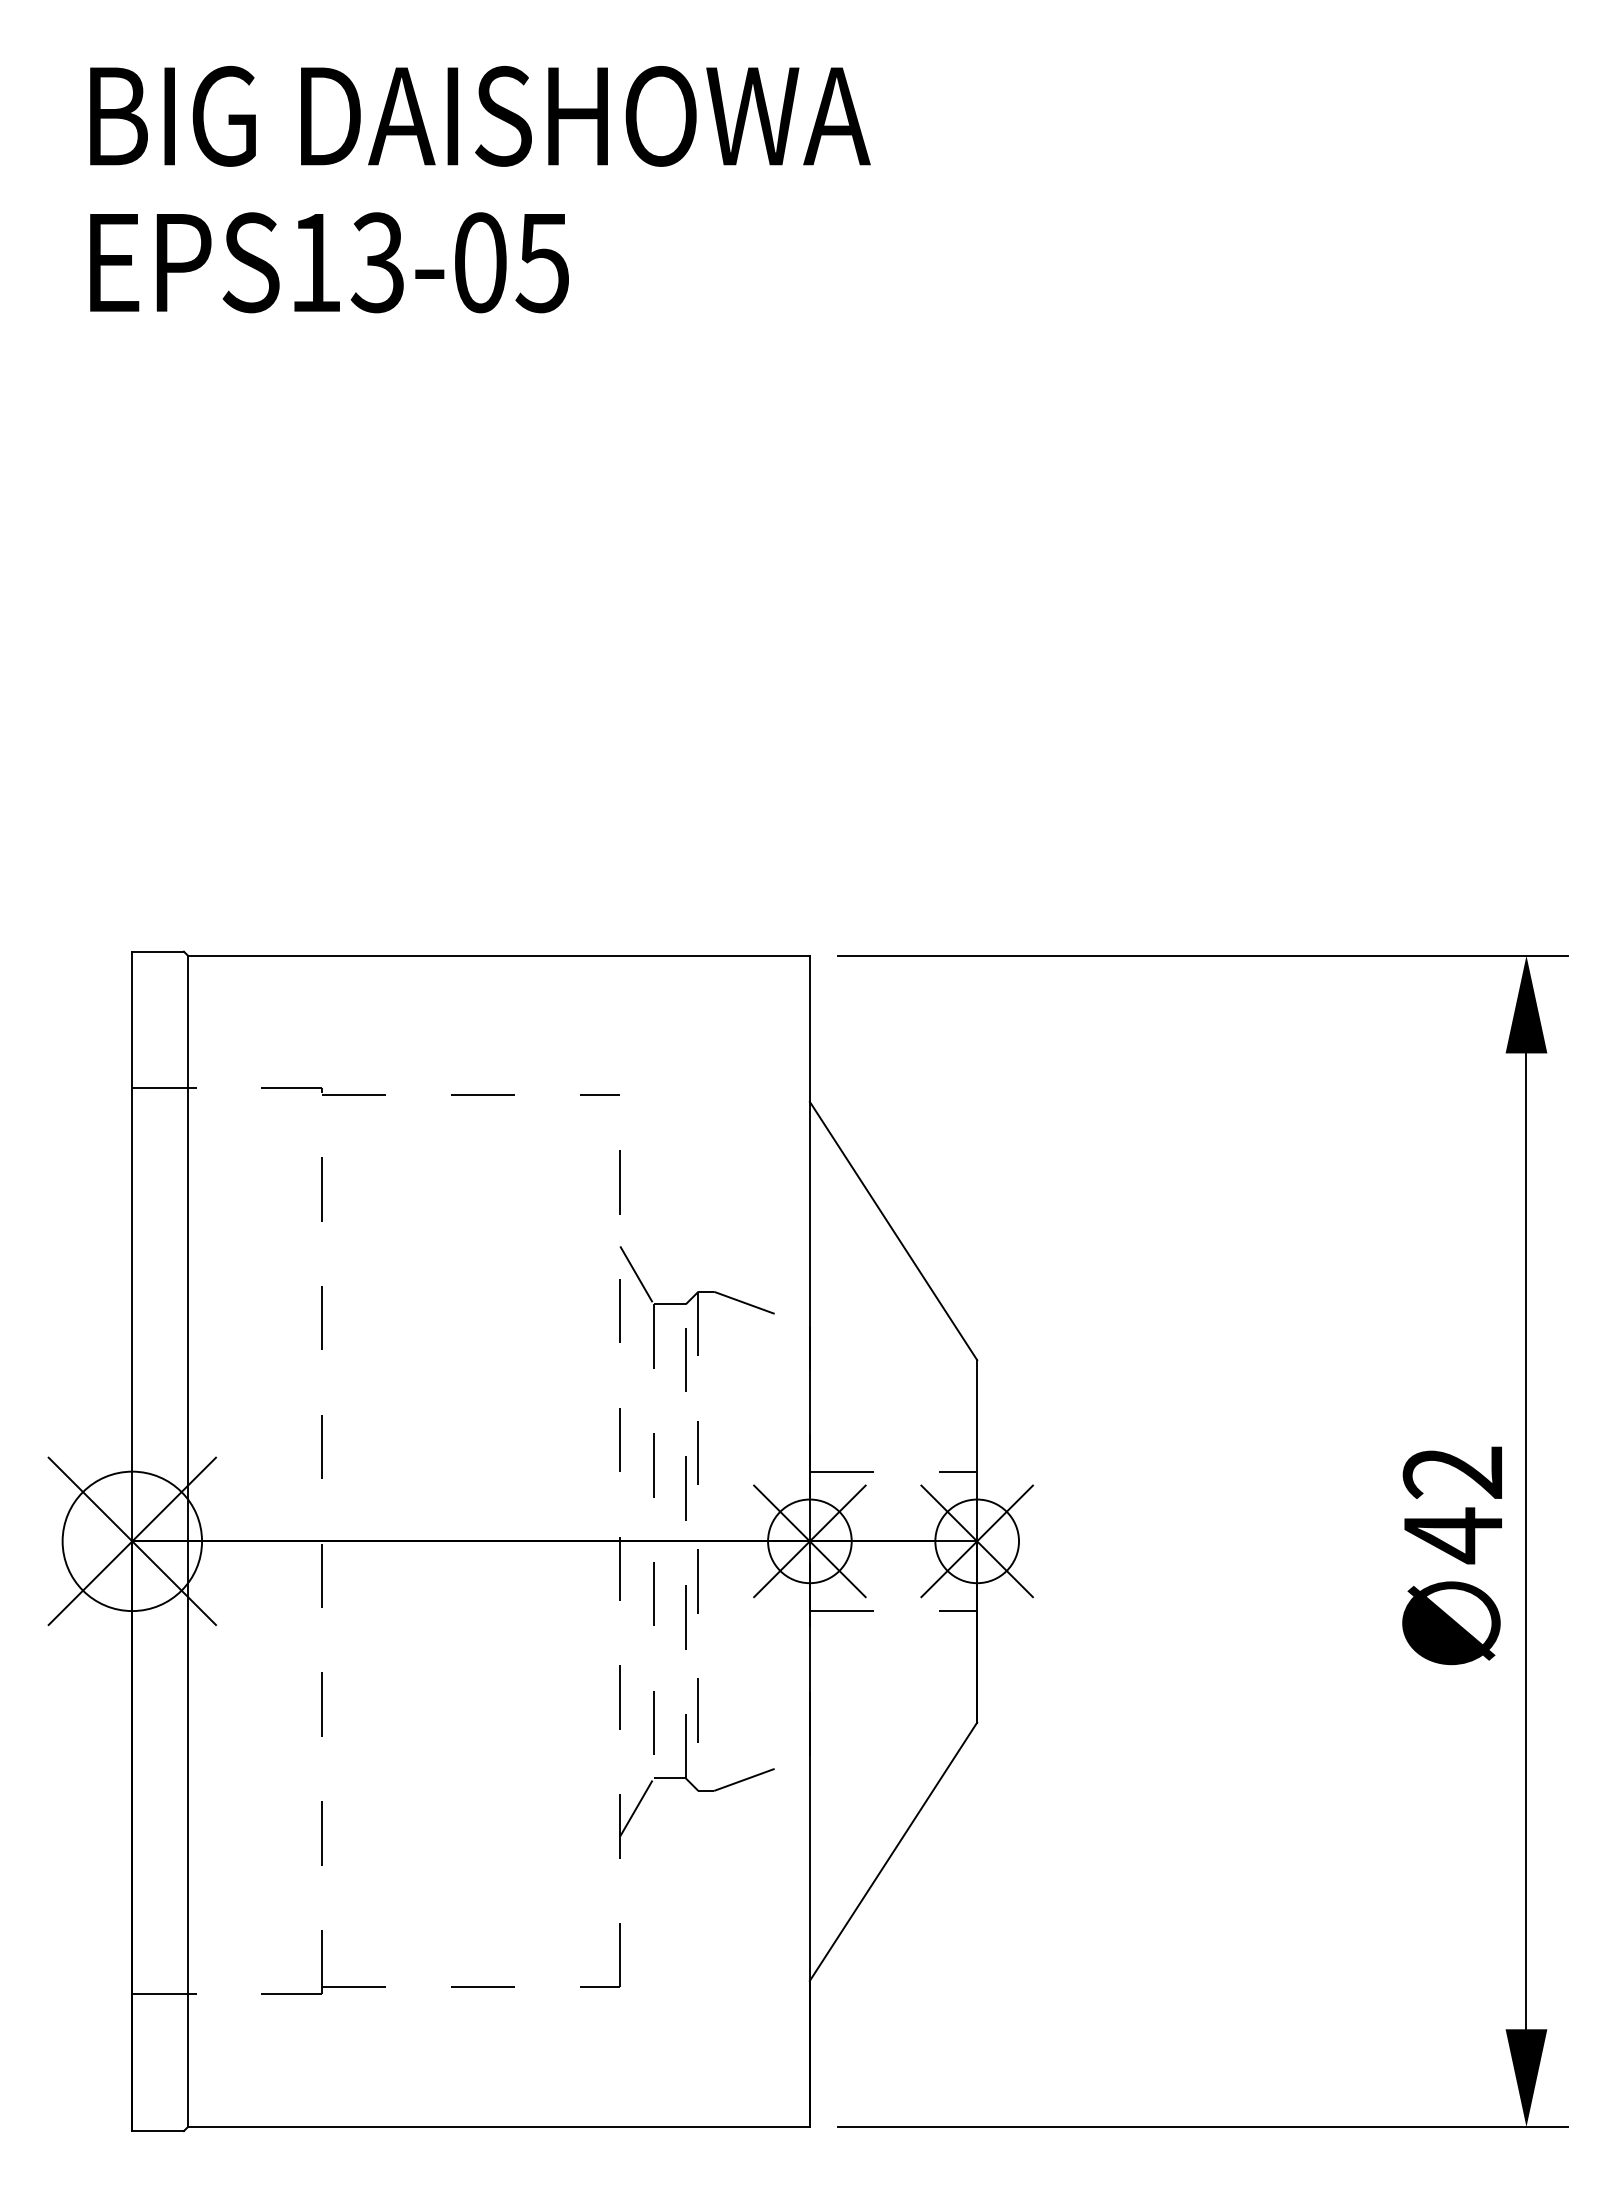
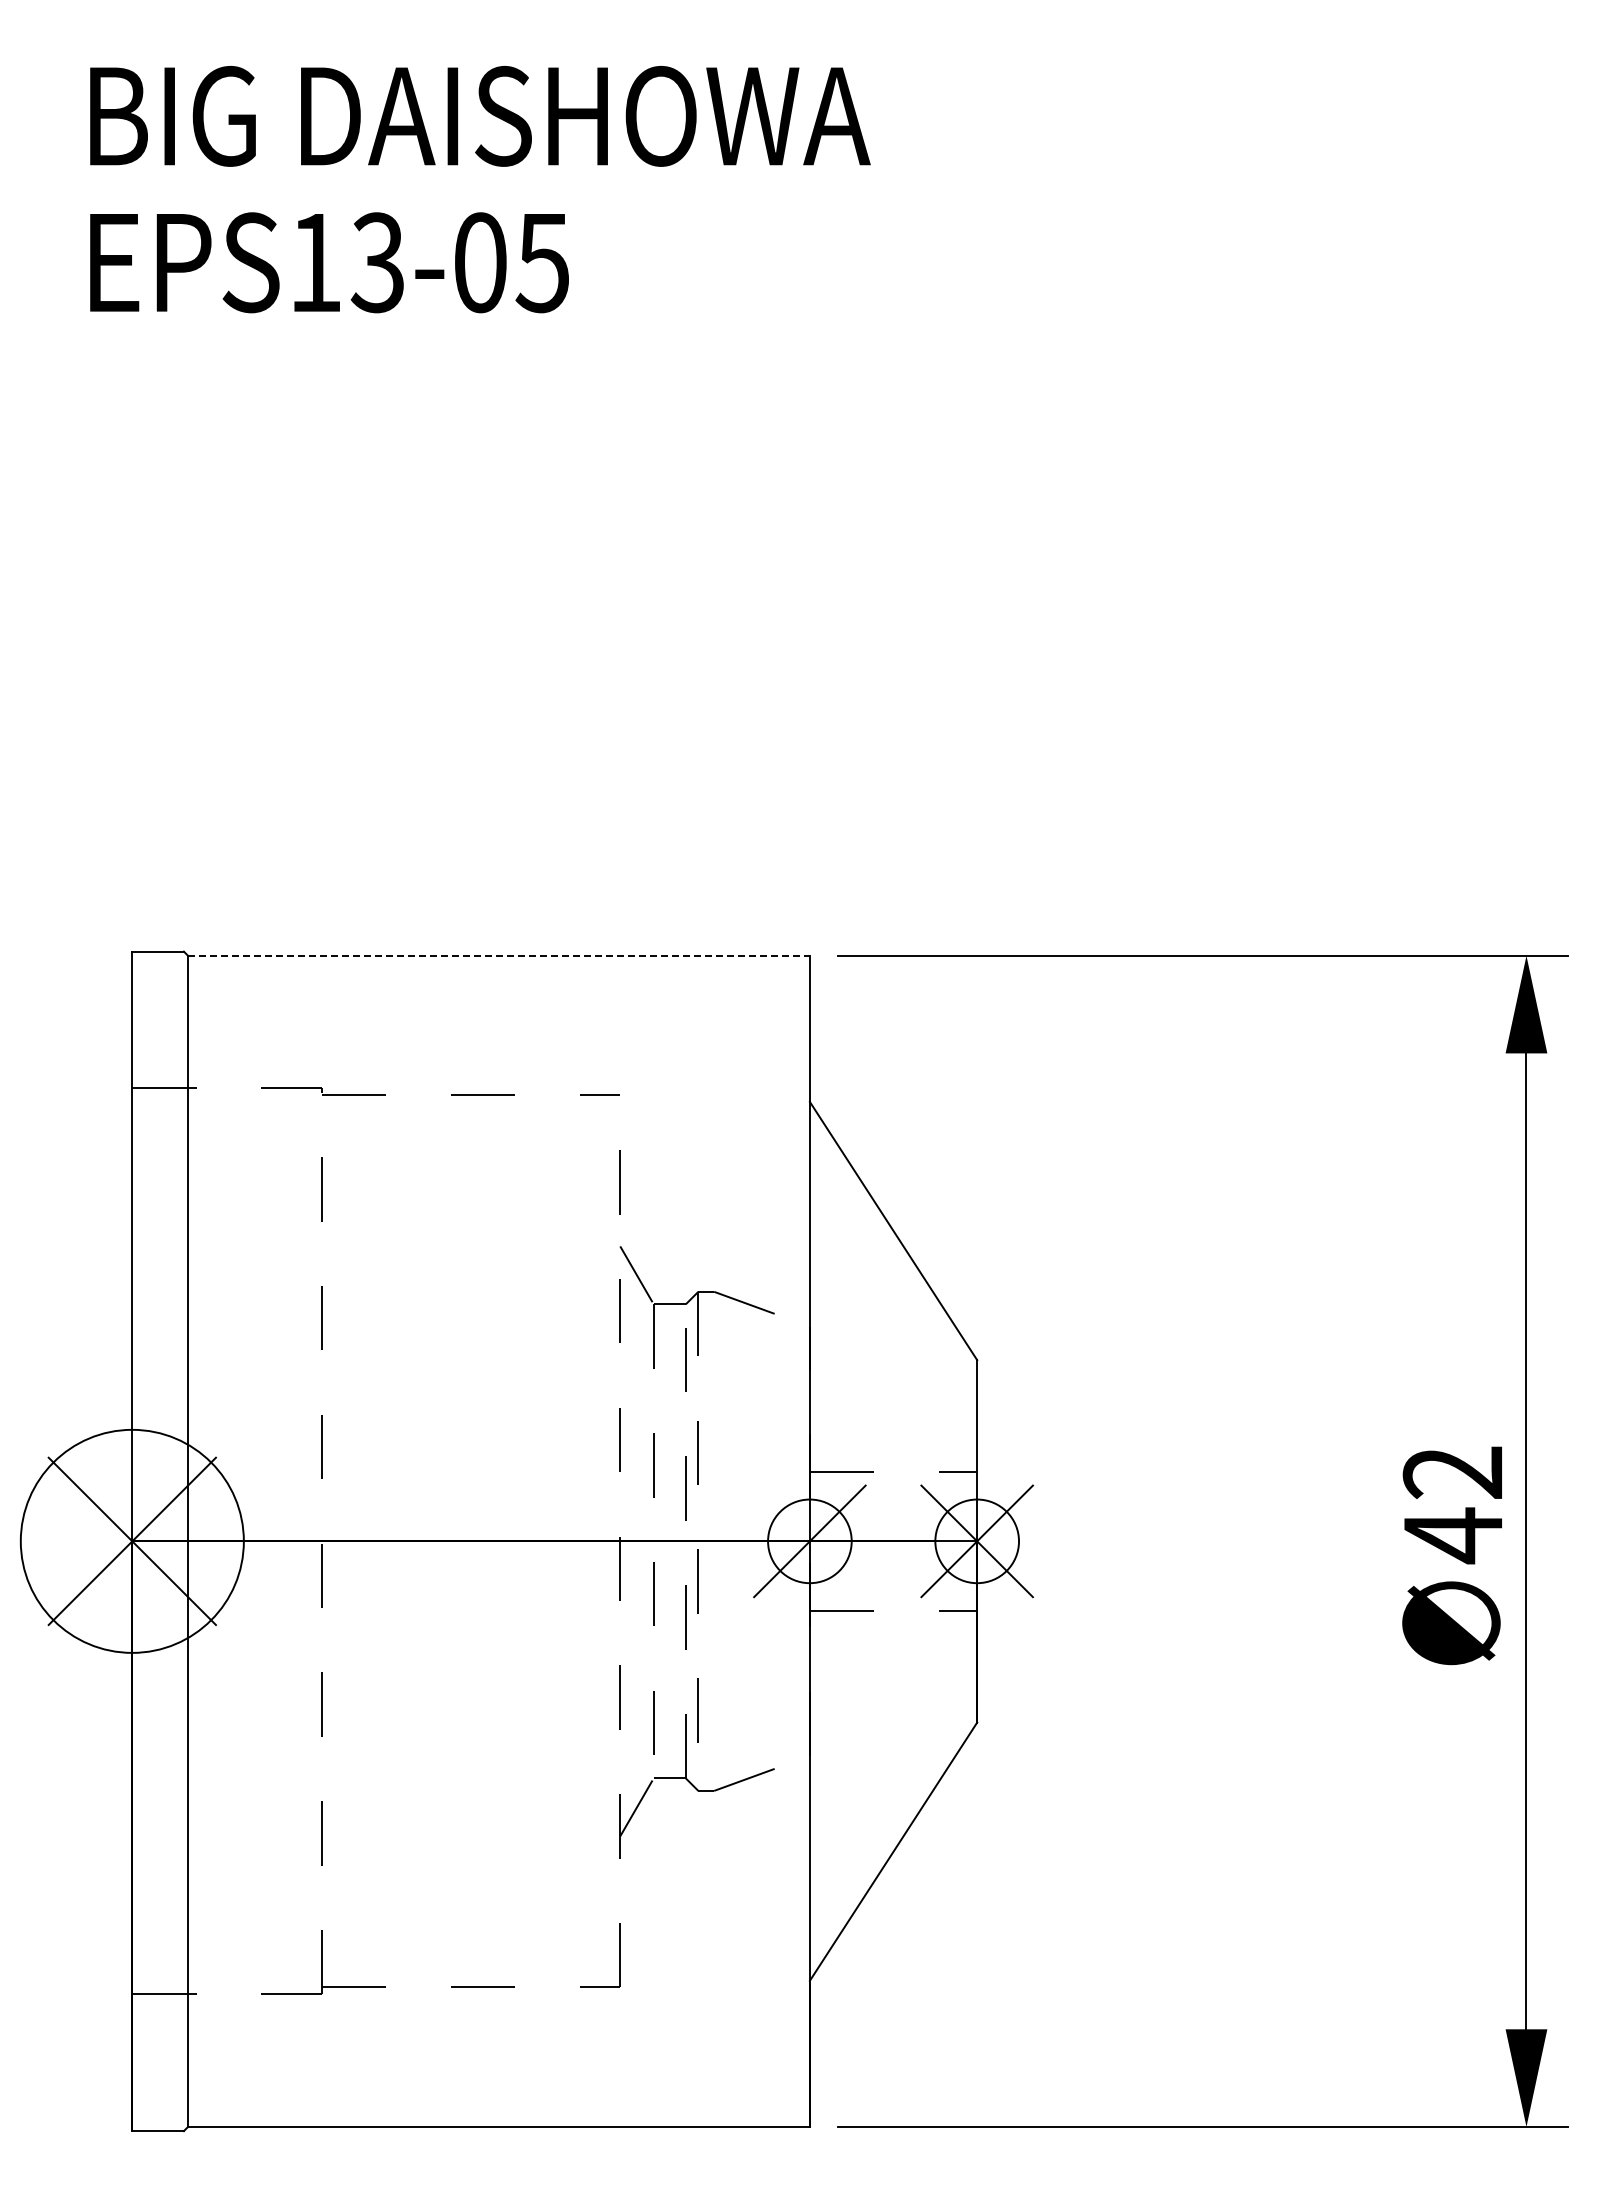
line at (499, 955): solid -> dashed
circle at (132, 1541) diameter: 139 px -> 223 px
line at (809, 1541): present -> none
